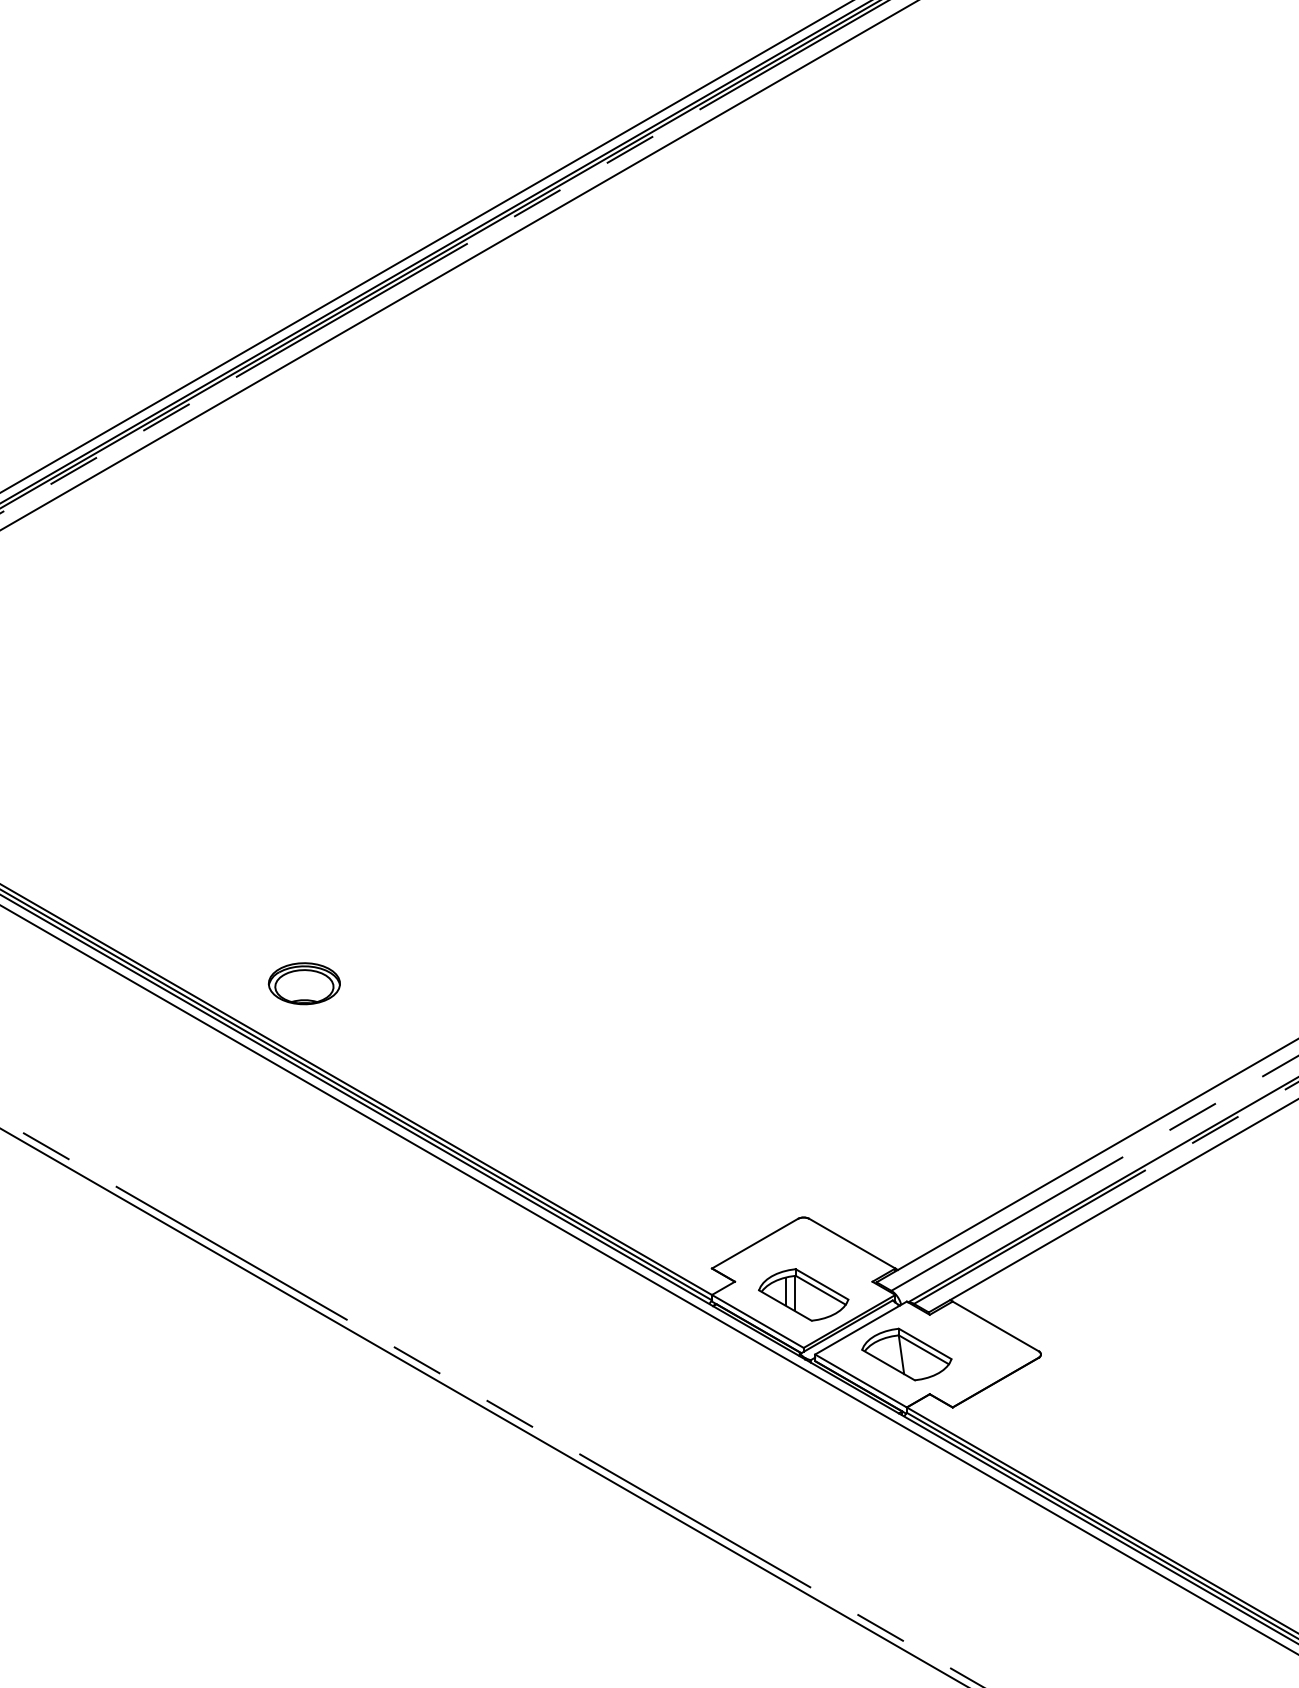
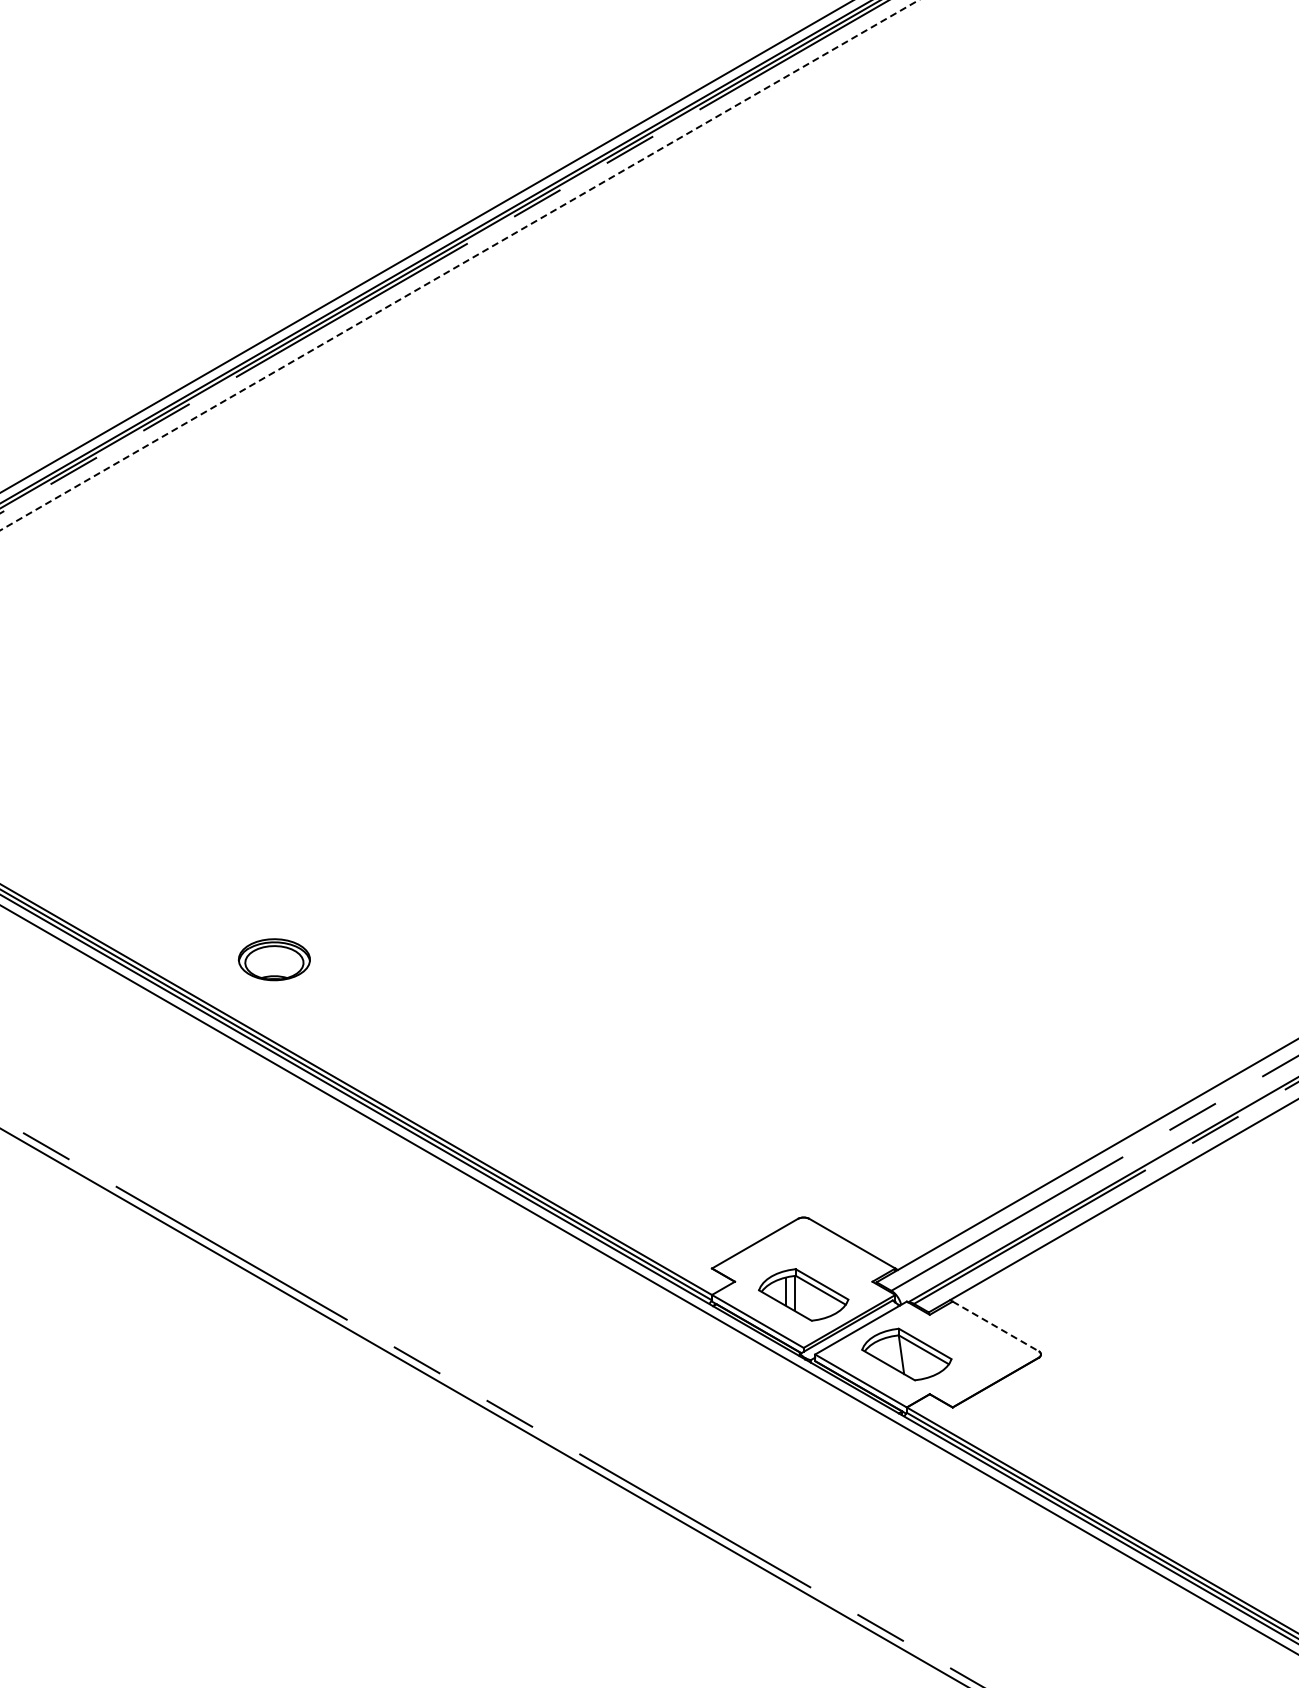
line at (459, 265): solid -> dashed
part at (303, 983) position: (303, 983) -> (273, 959)
line at (995, 1326): solid -> dashed
